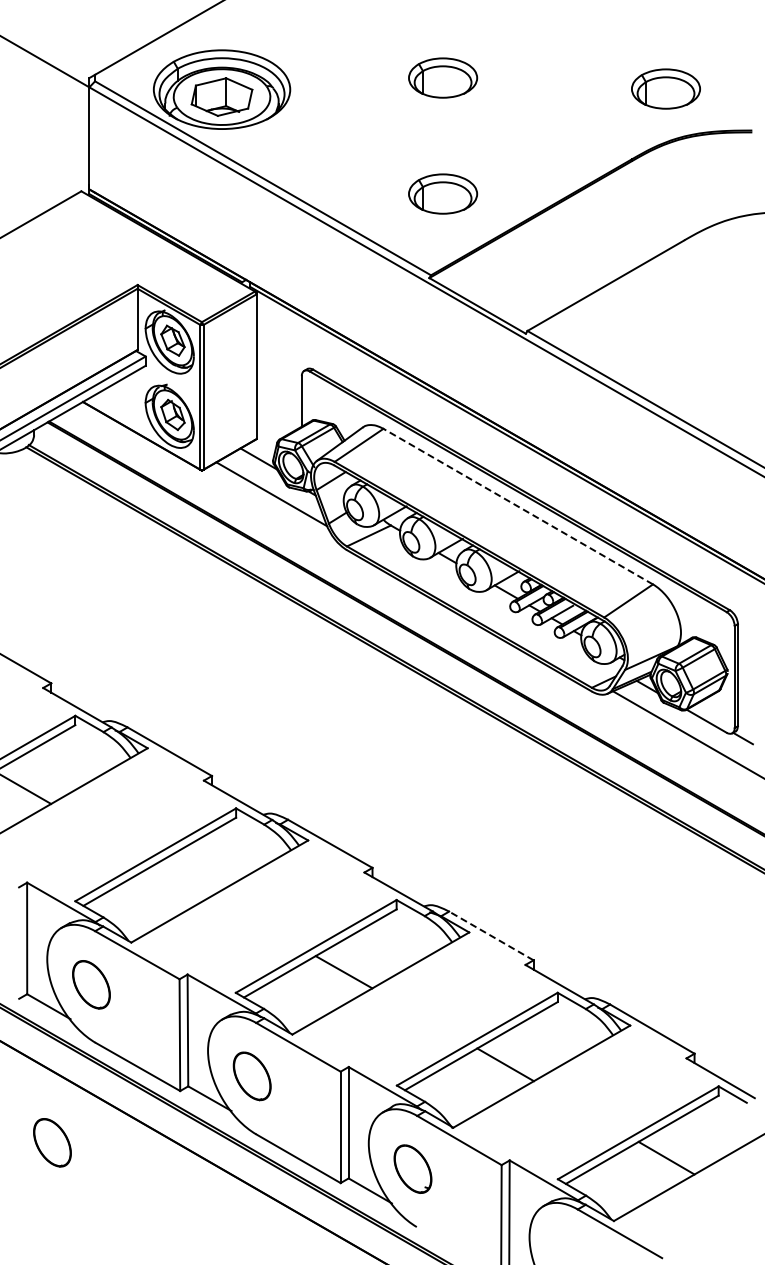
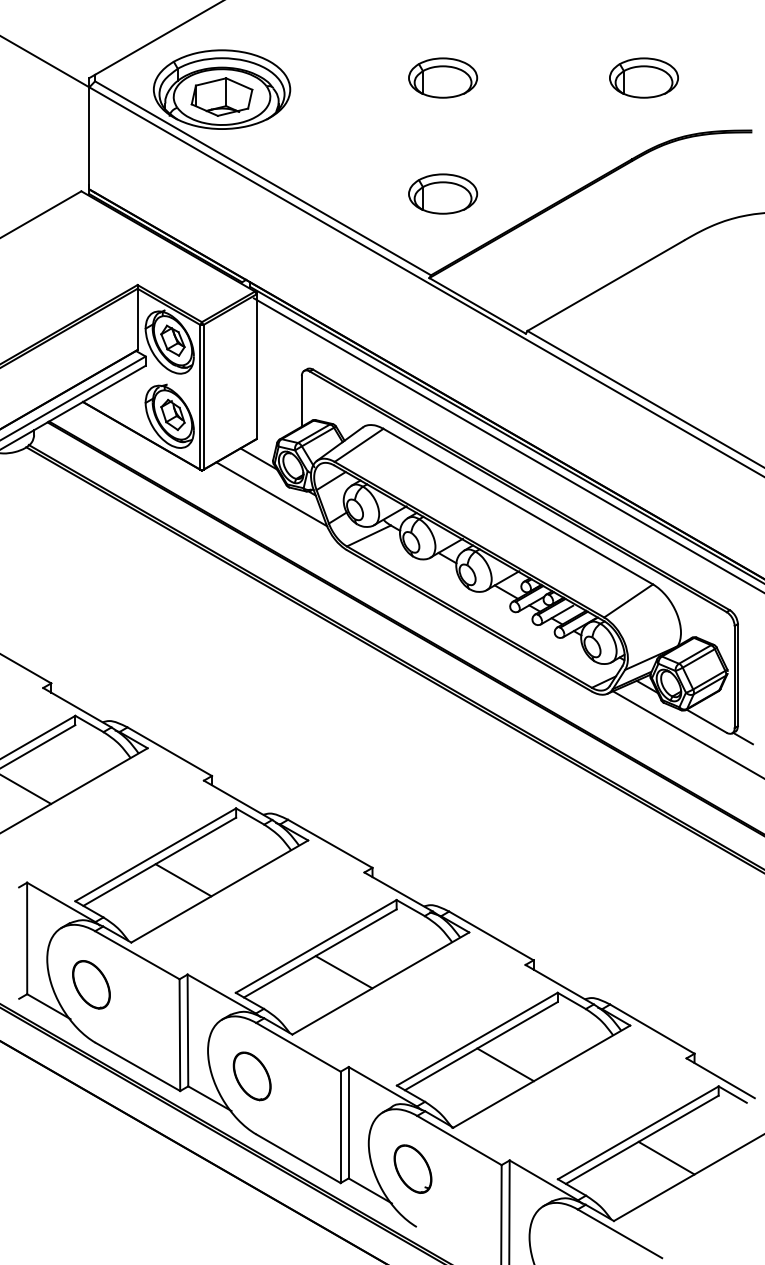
part at (665, 88) position: (665, 88) -> (643, 77)
line at (507, 444): none -> present
line at (518, 506): dashed -> solid
line at (183, 880): none -> present
line at (491, 935): dashed -> solid
part at (52, 1142): present -> none
